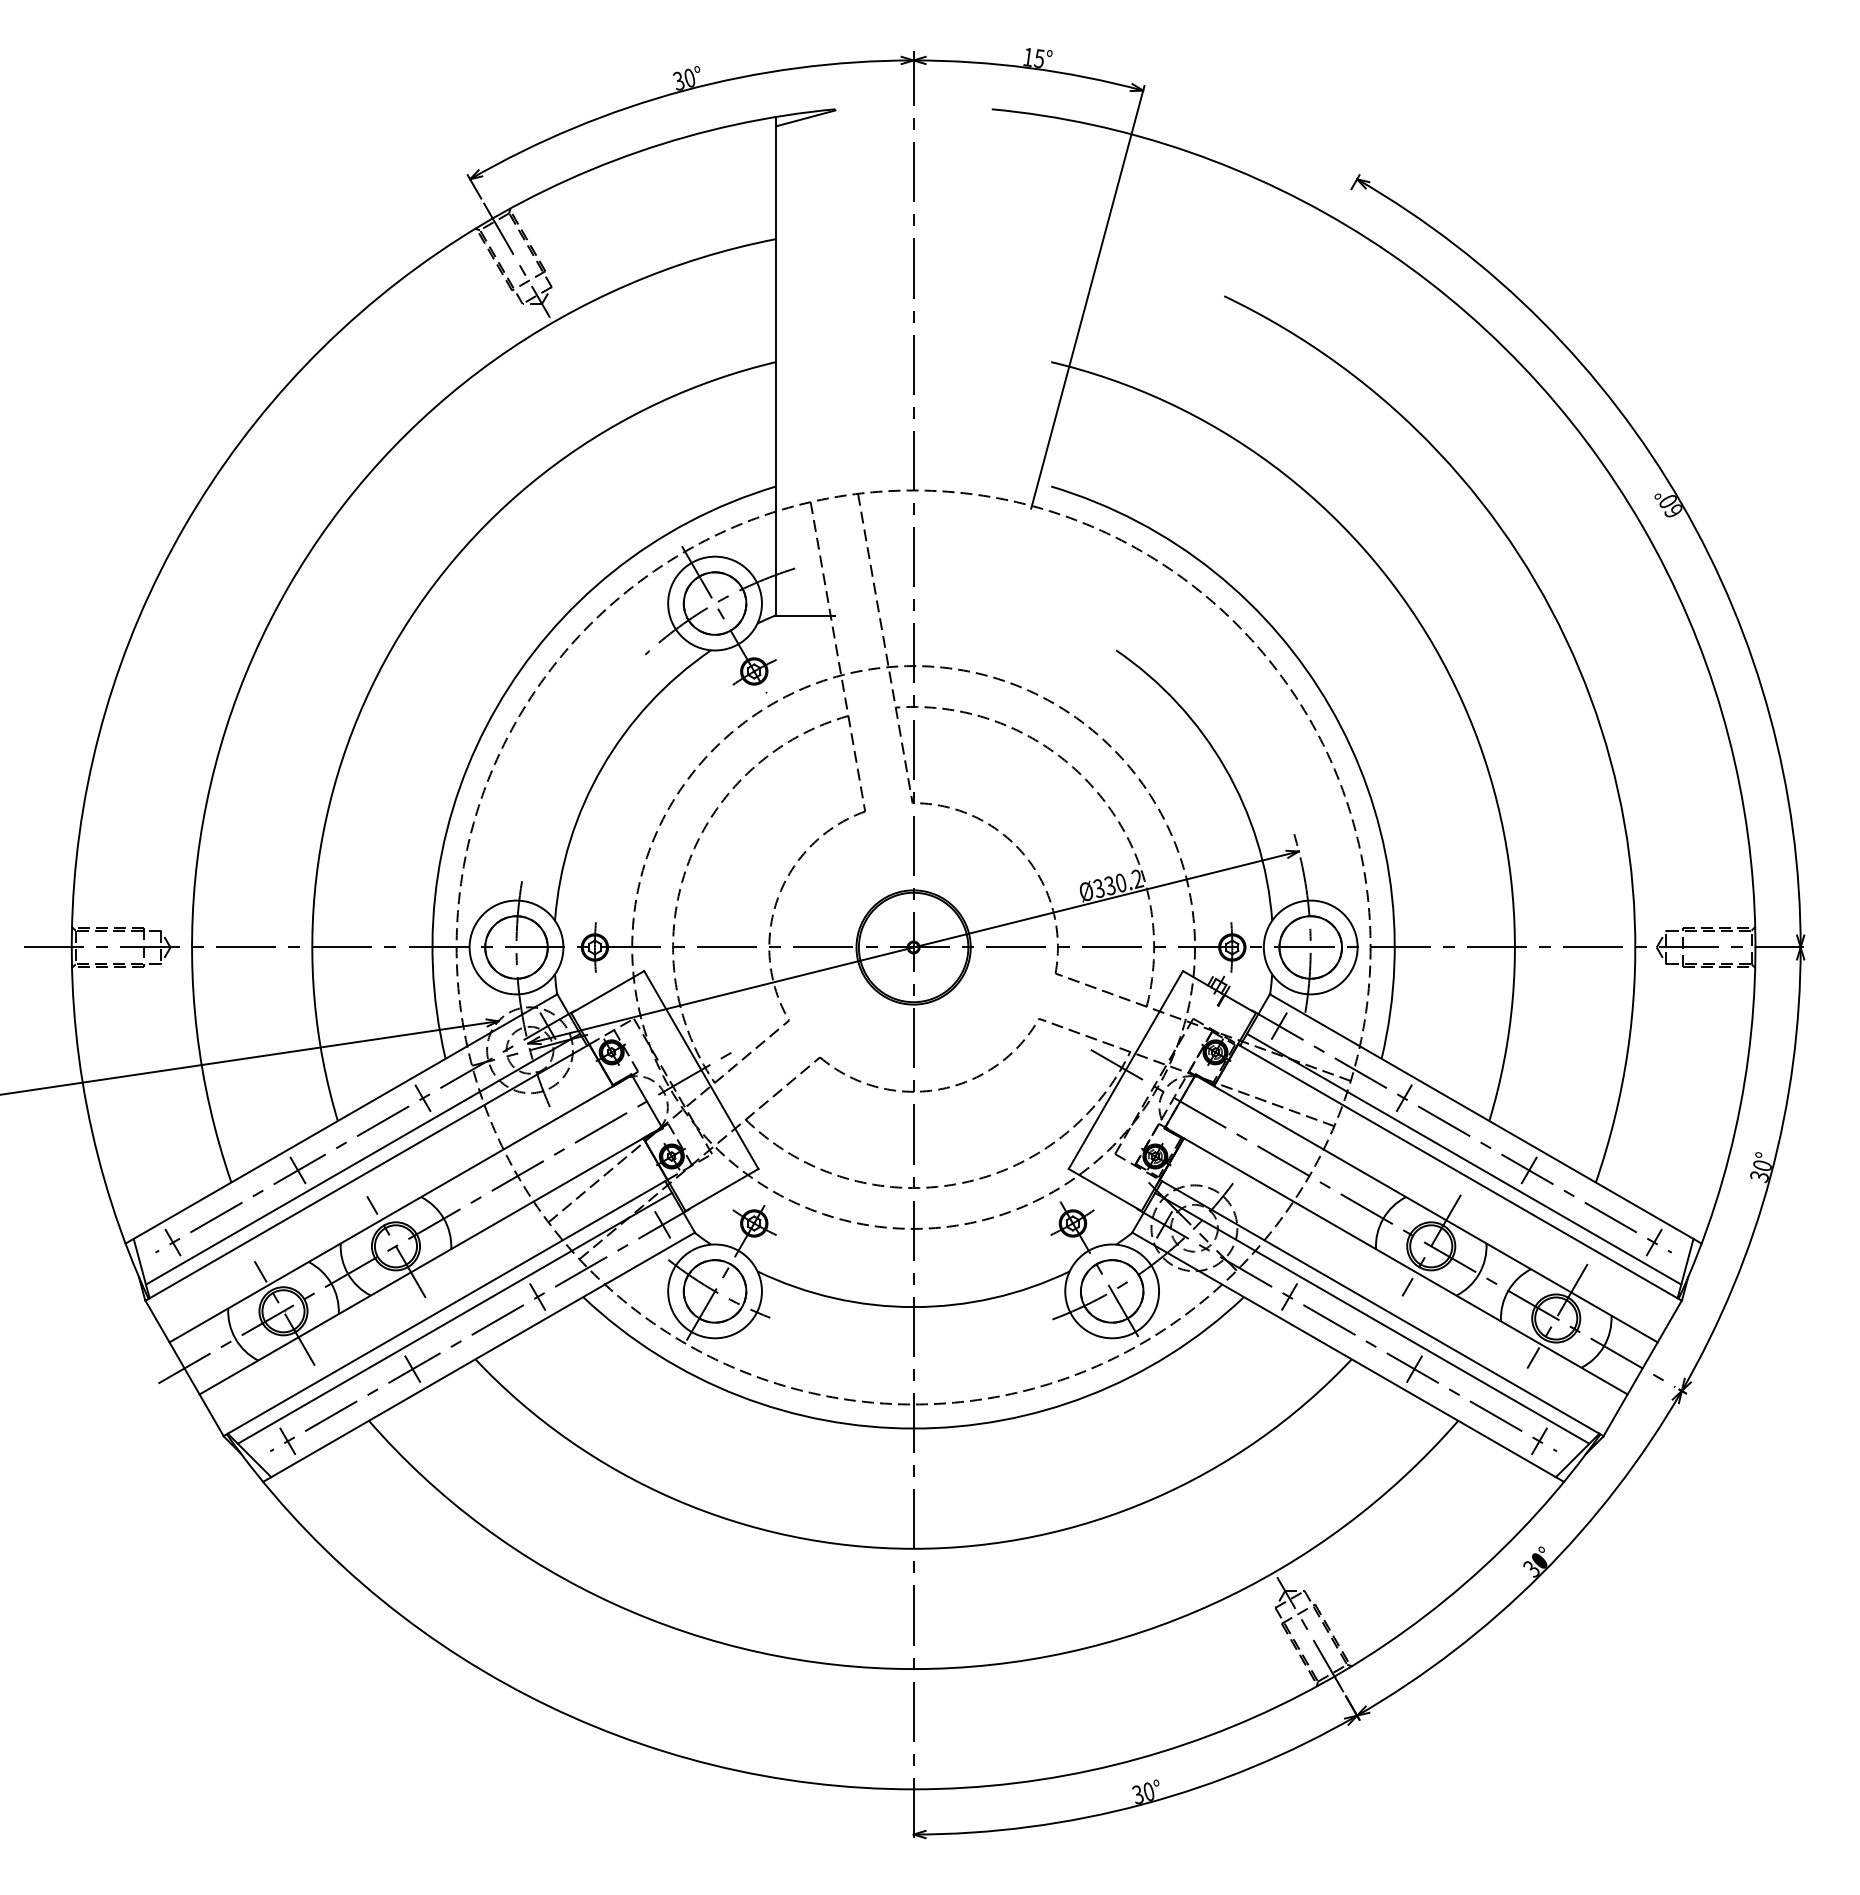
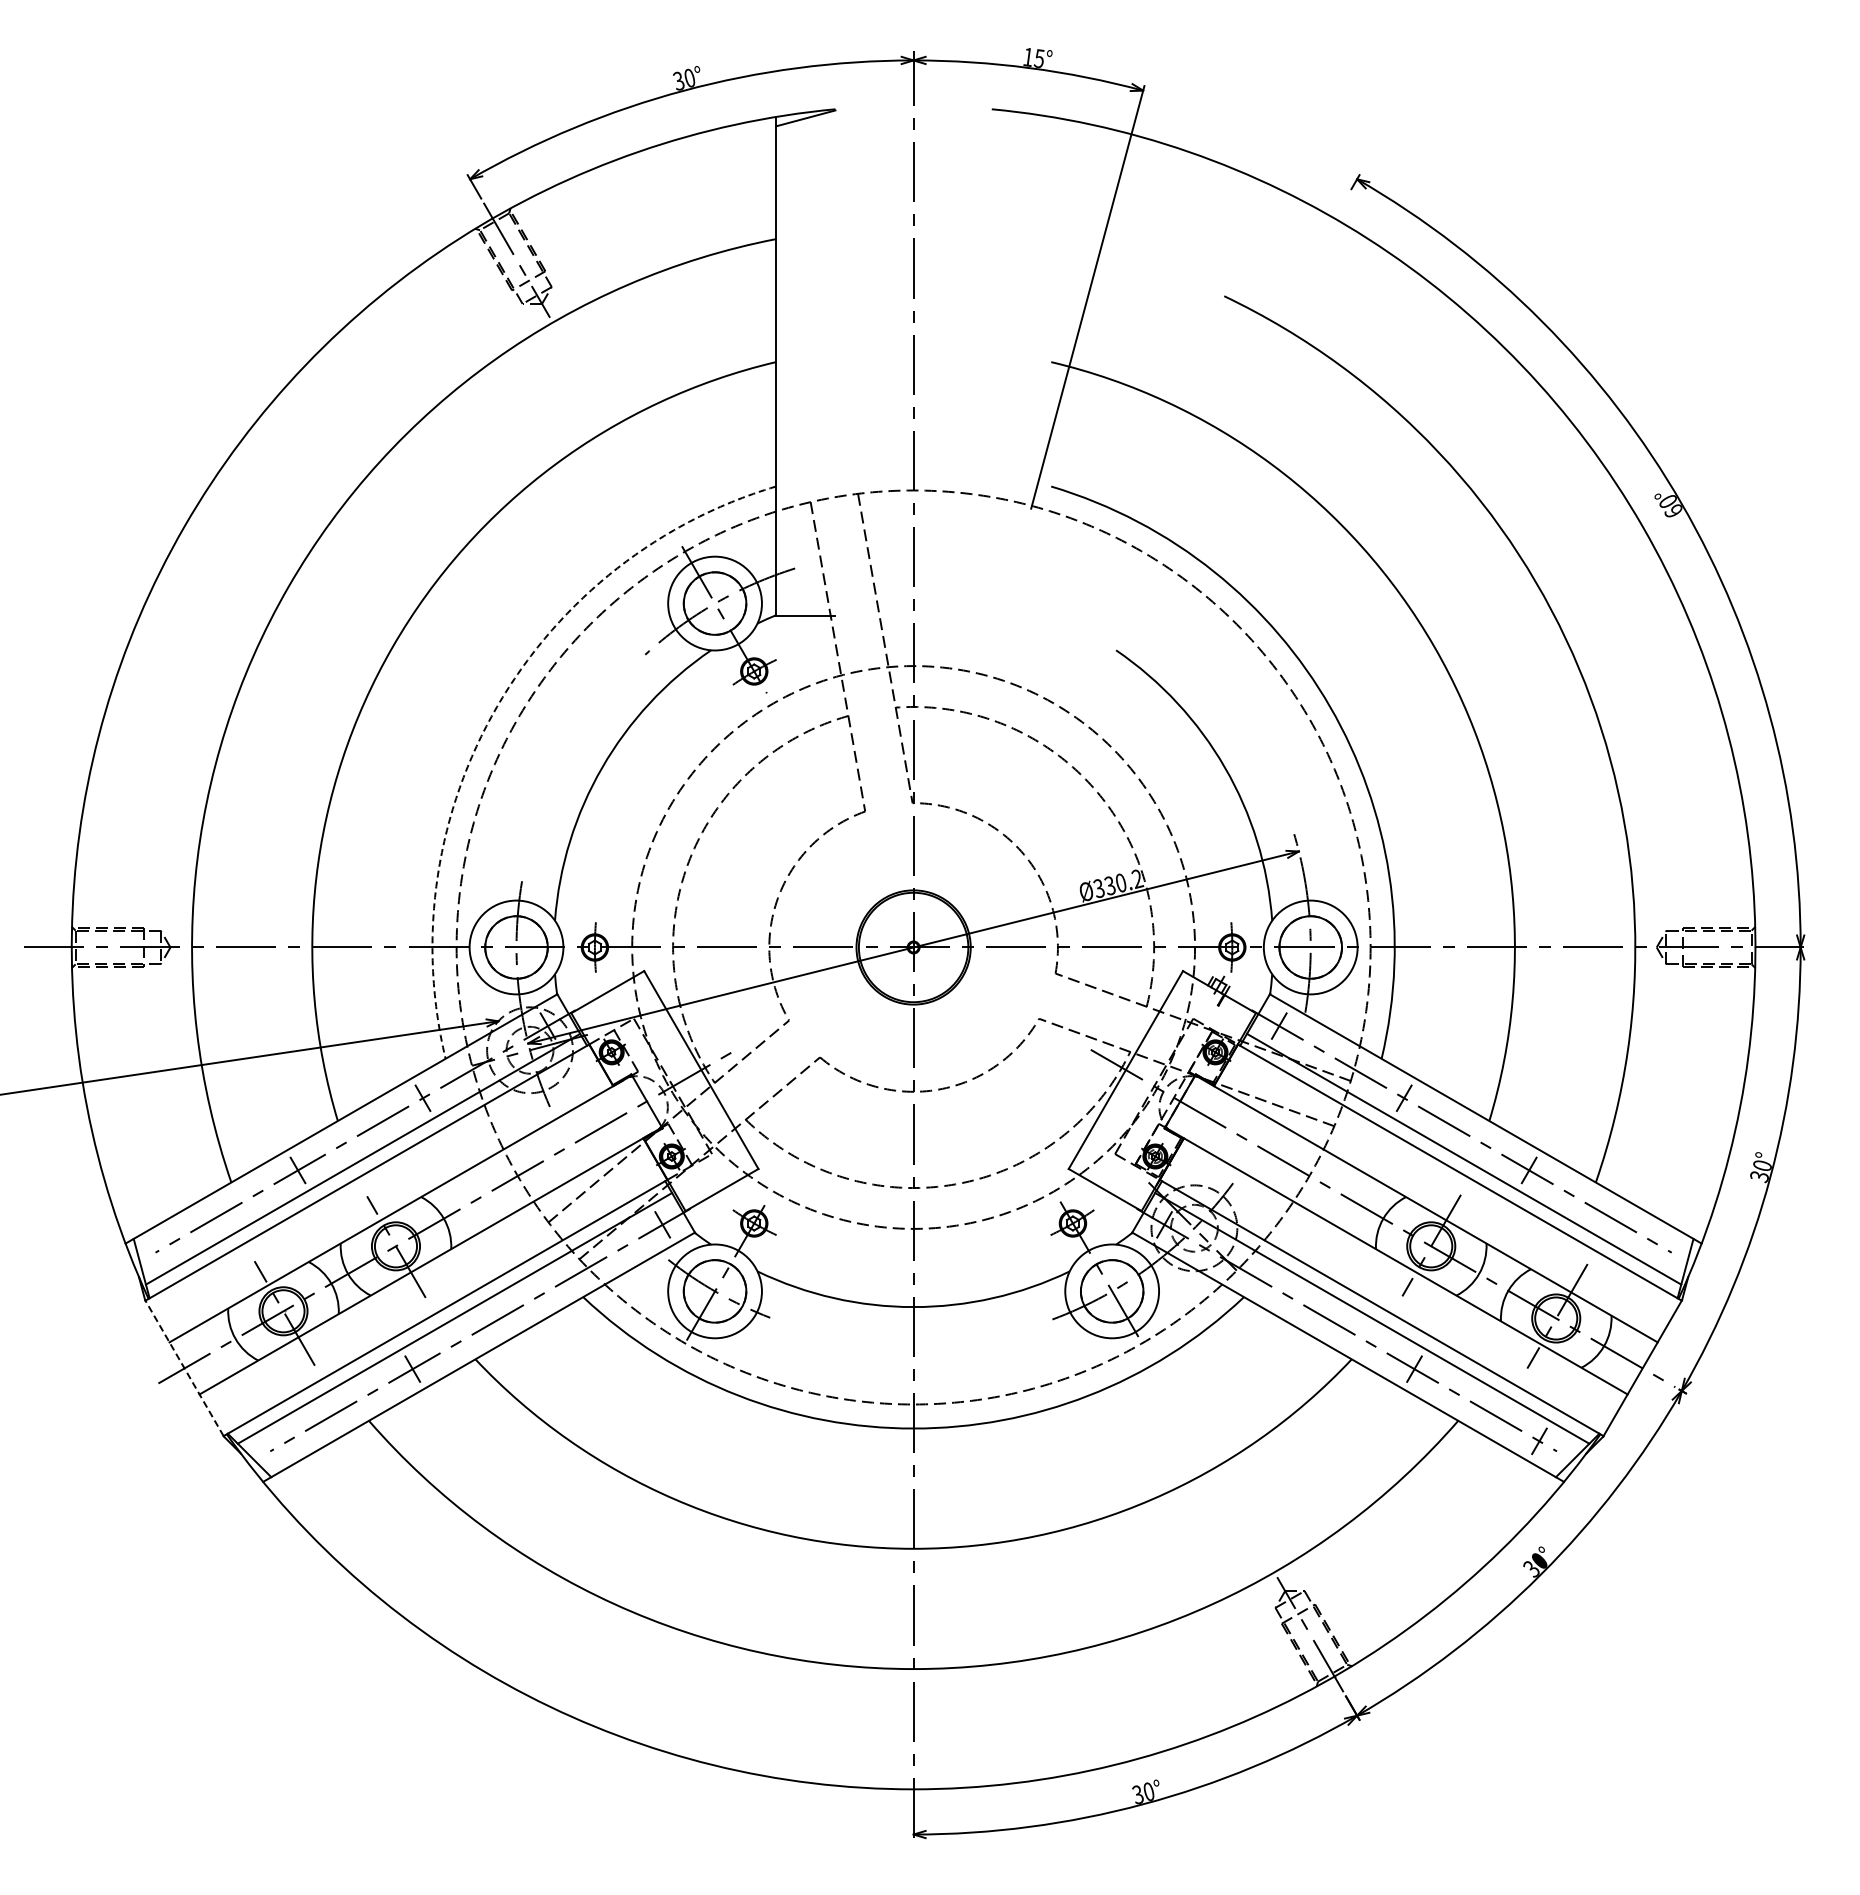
arc at (497, 706): solid -> dashed
line at (172, 1242): present -> none
line at (1654, 1242): present -> none
line at (537, 1296): present -> none
line at (1289, 1296): present -> none
line at (184, 1367): solid -> dashed
line at (287, 1440): present -> none
